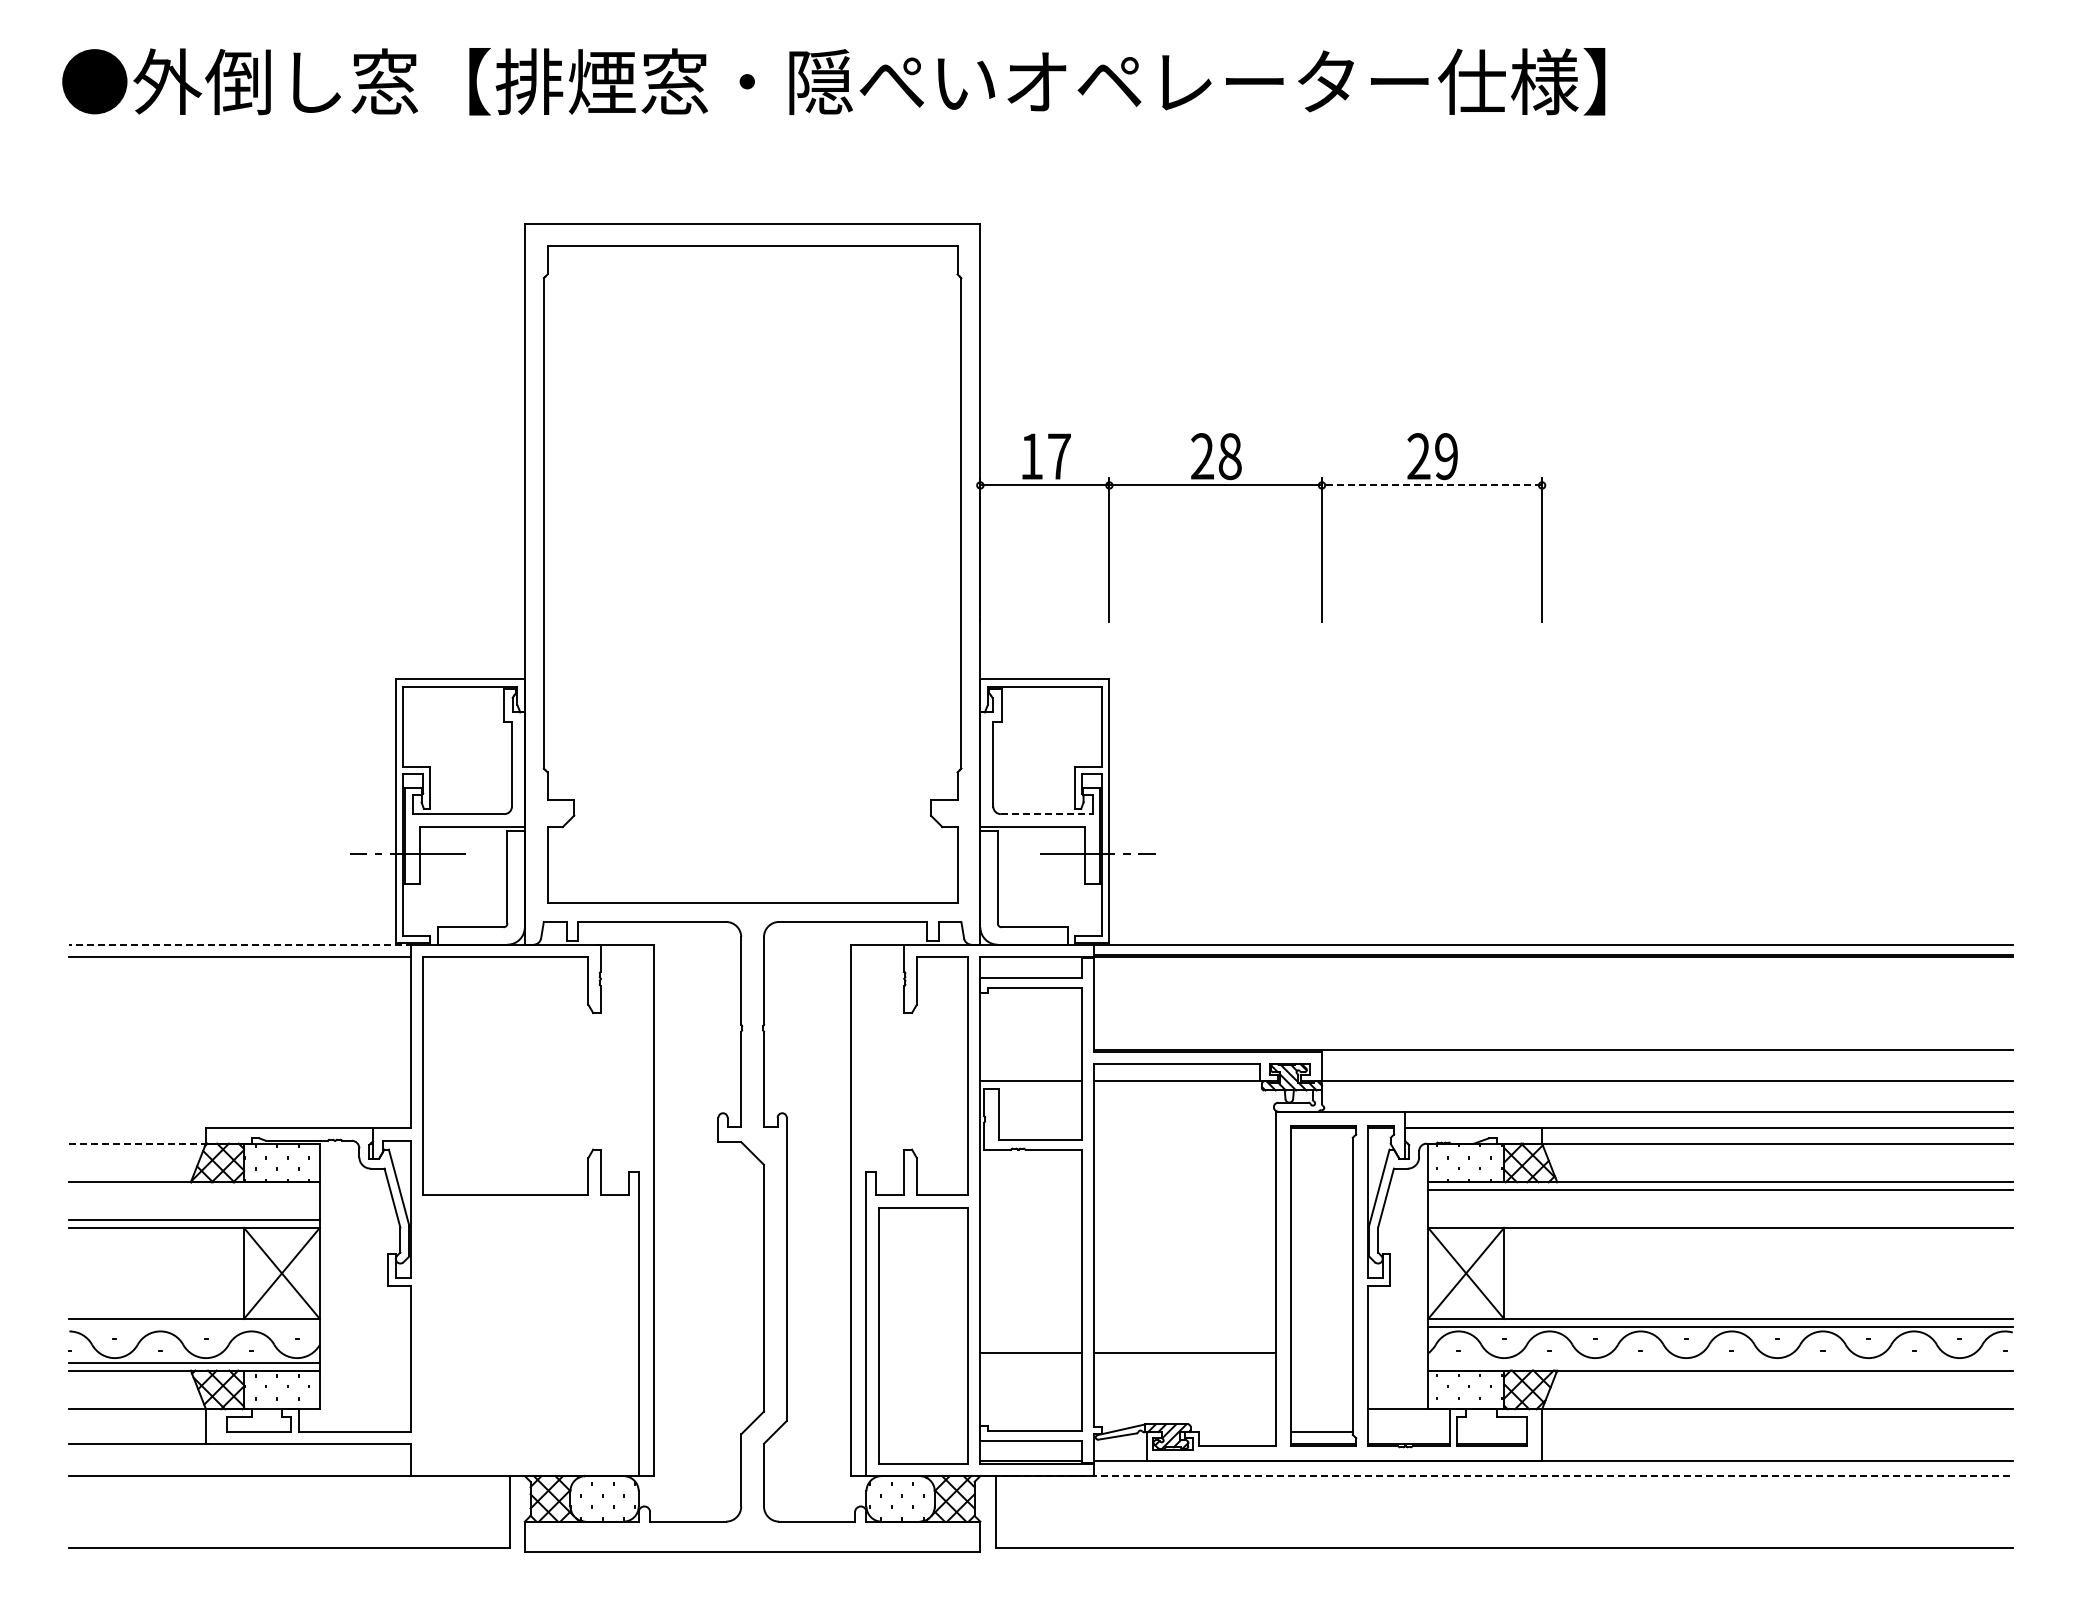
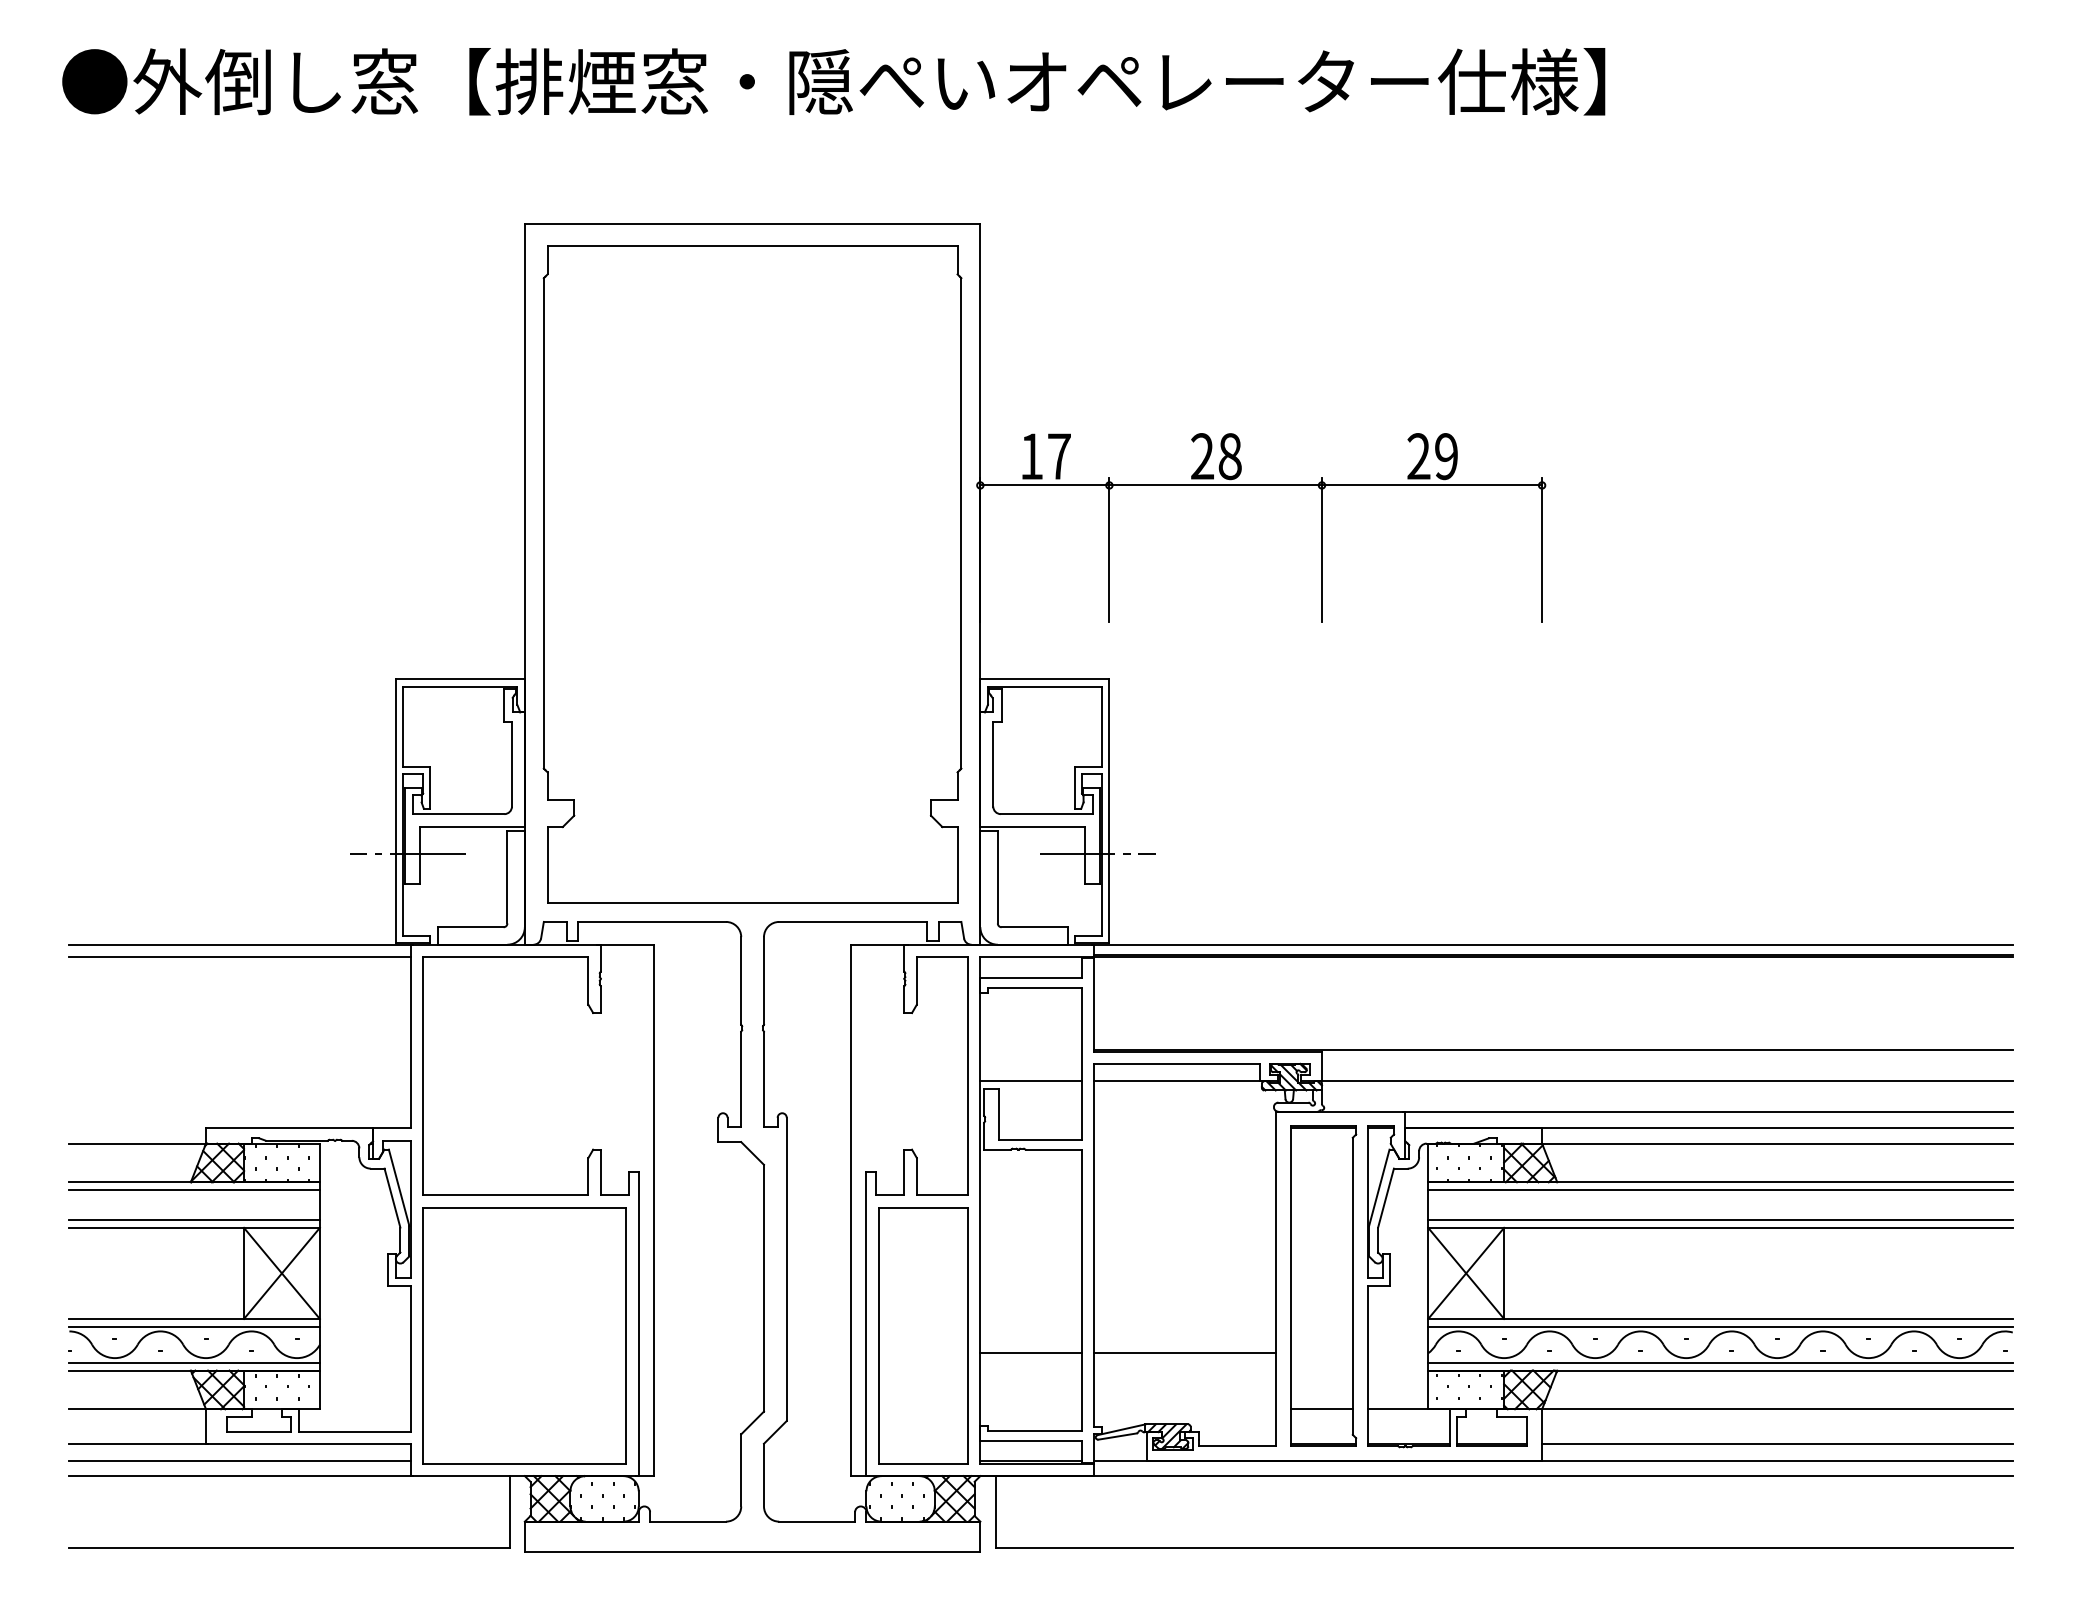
line at (1431, 485): dashed -> solid
line at (1046, 814): dashed -> solid
line at (241, 944): dashed -> solid
line at (139, 1143): dashed -> solid
line at (194, 1189): none -> present
line at (1720, 1220): none -> present
line at (194, 1326): none -> present
part at (524, 1335): none -> present
line at (1720, 1363): none -> present
line at (1321, 1432) position: (1321, 1432) -> (1321, 1409)
line at (1777, 1444): none -> present
line at (240, 1460): none -> present
line at (1497, 1476): dashed -> solid
